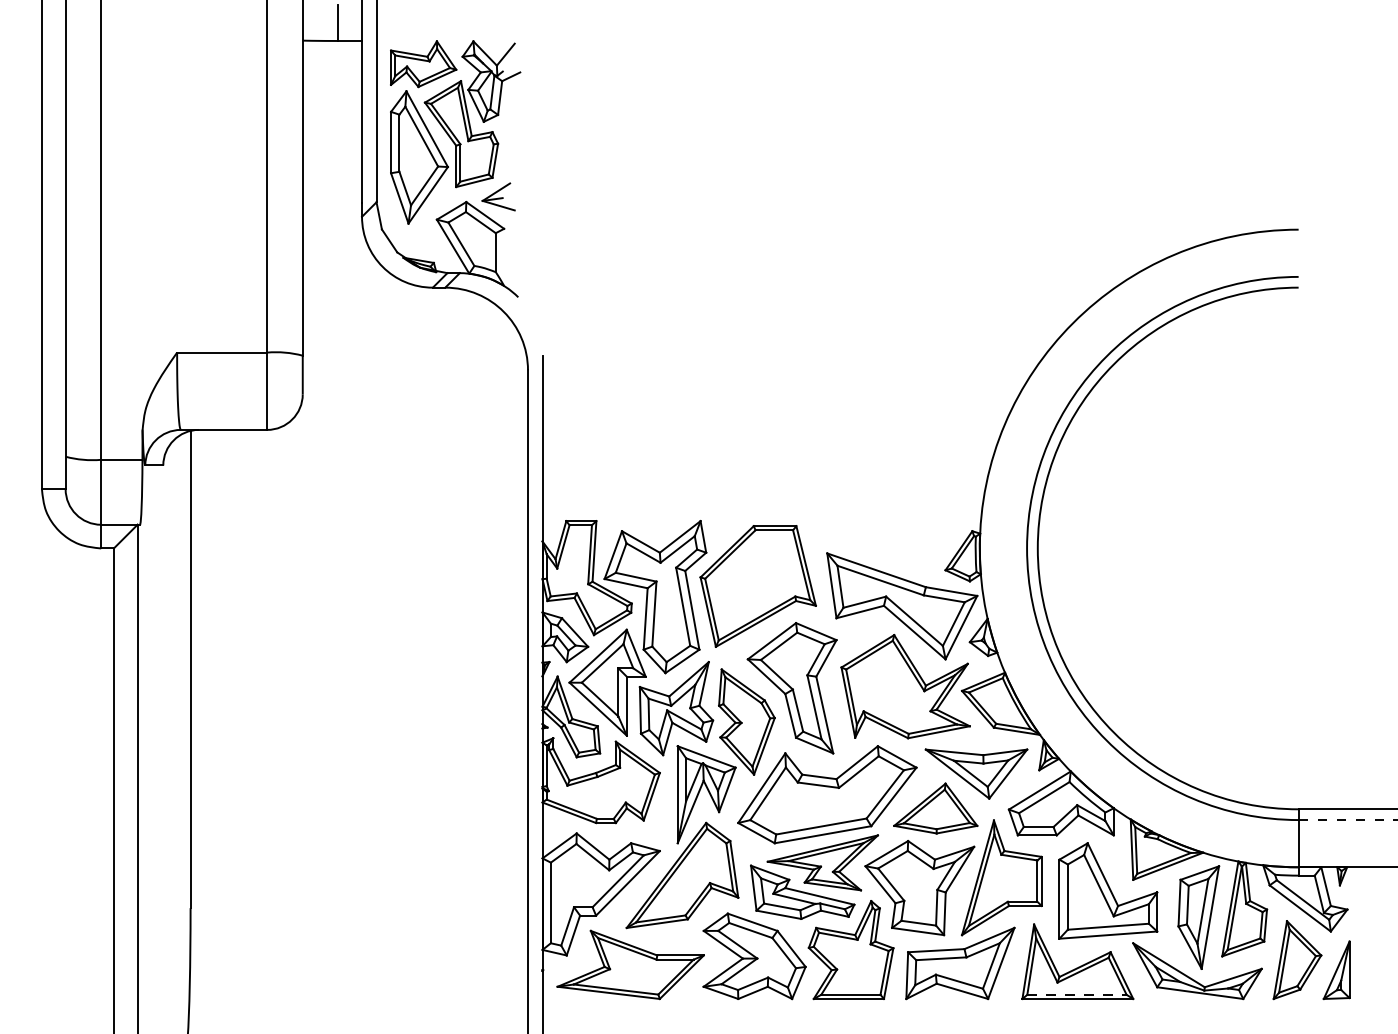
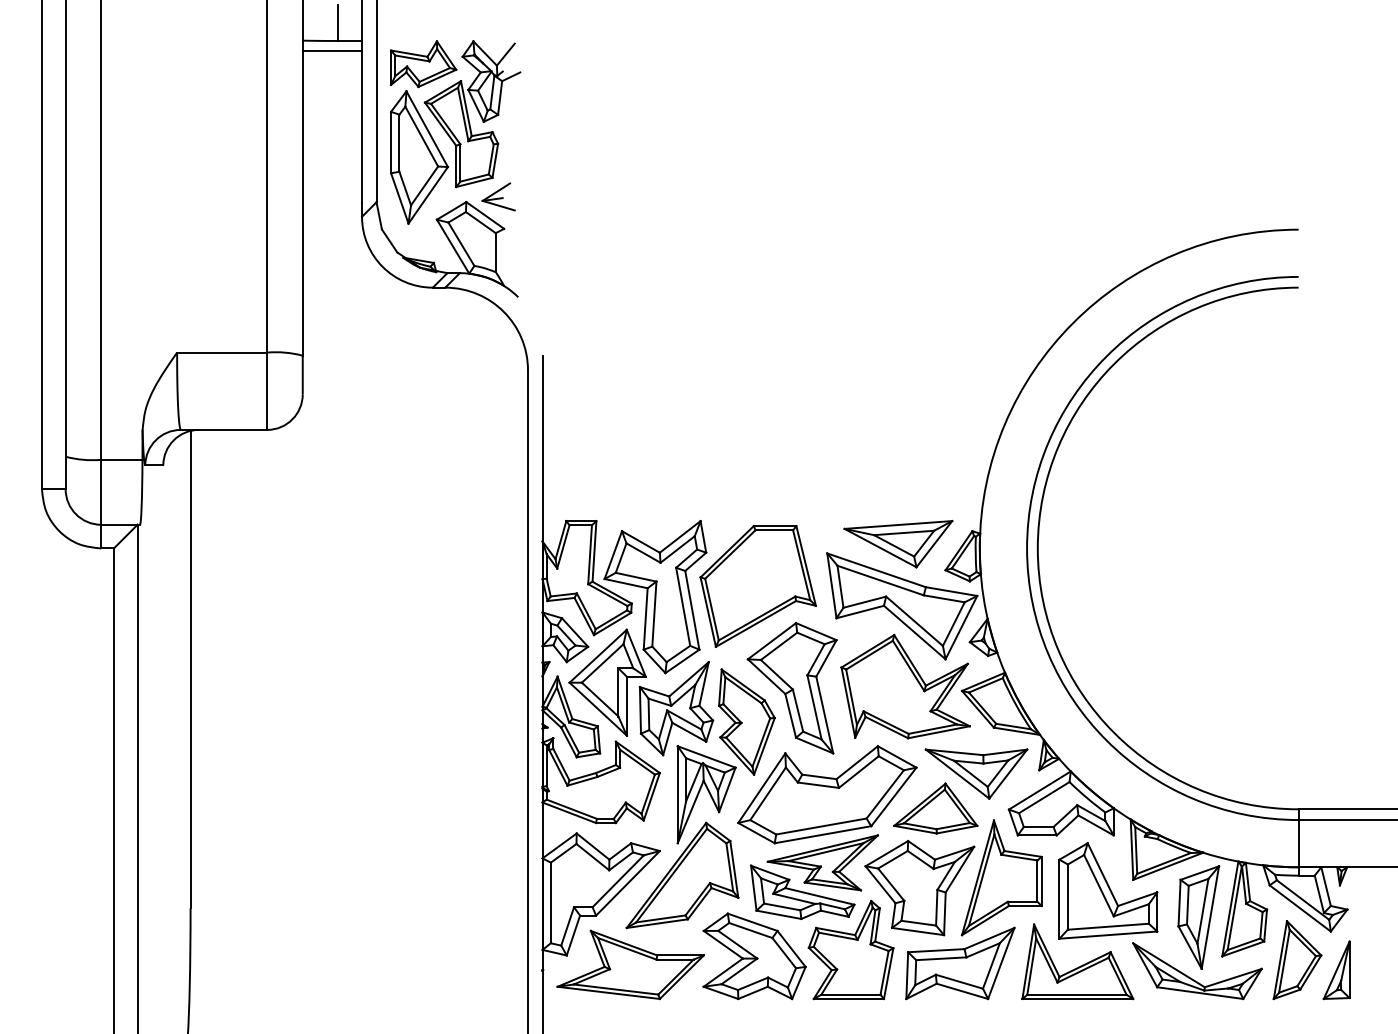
line at (332, 50): none -> present
part at (898, 544): none -> present
line at (1347, 820): dashed -> solid
line at (1076, 994): dashed -> solid
